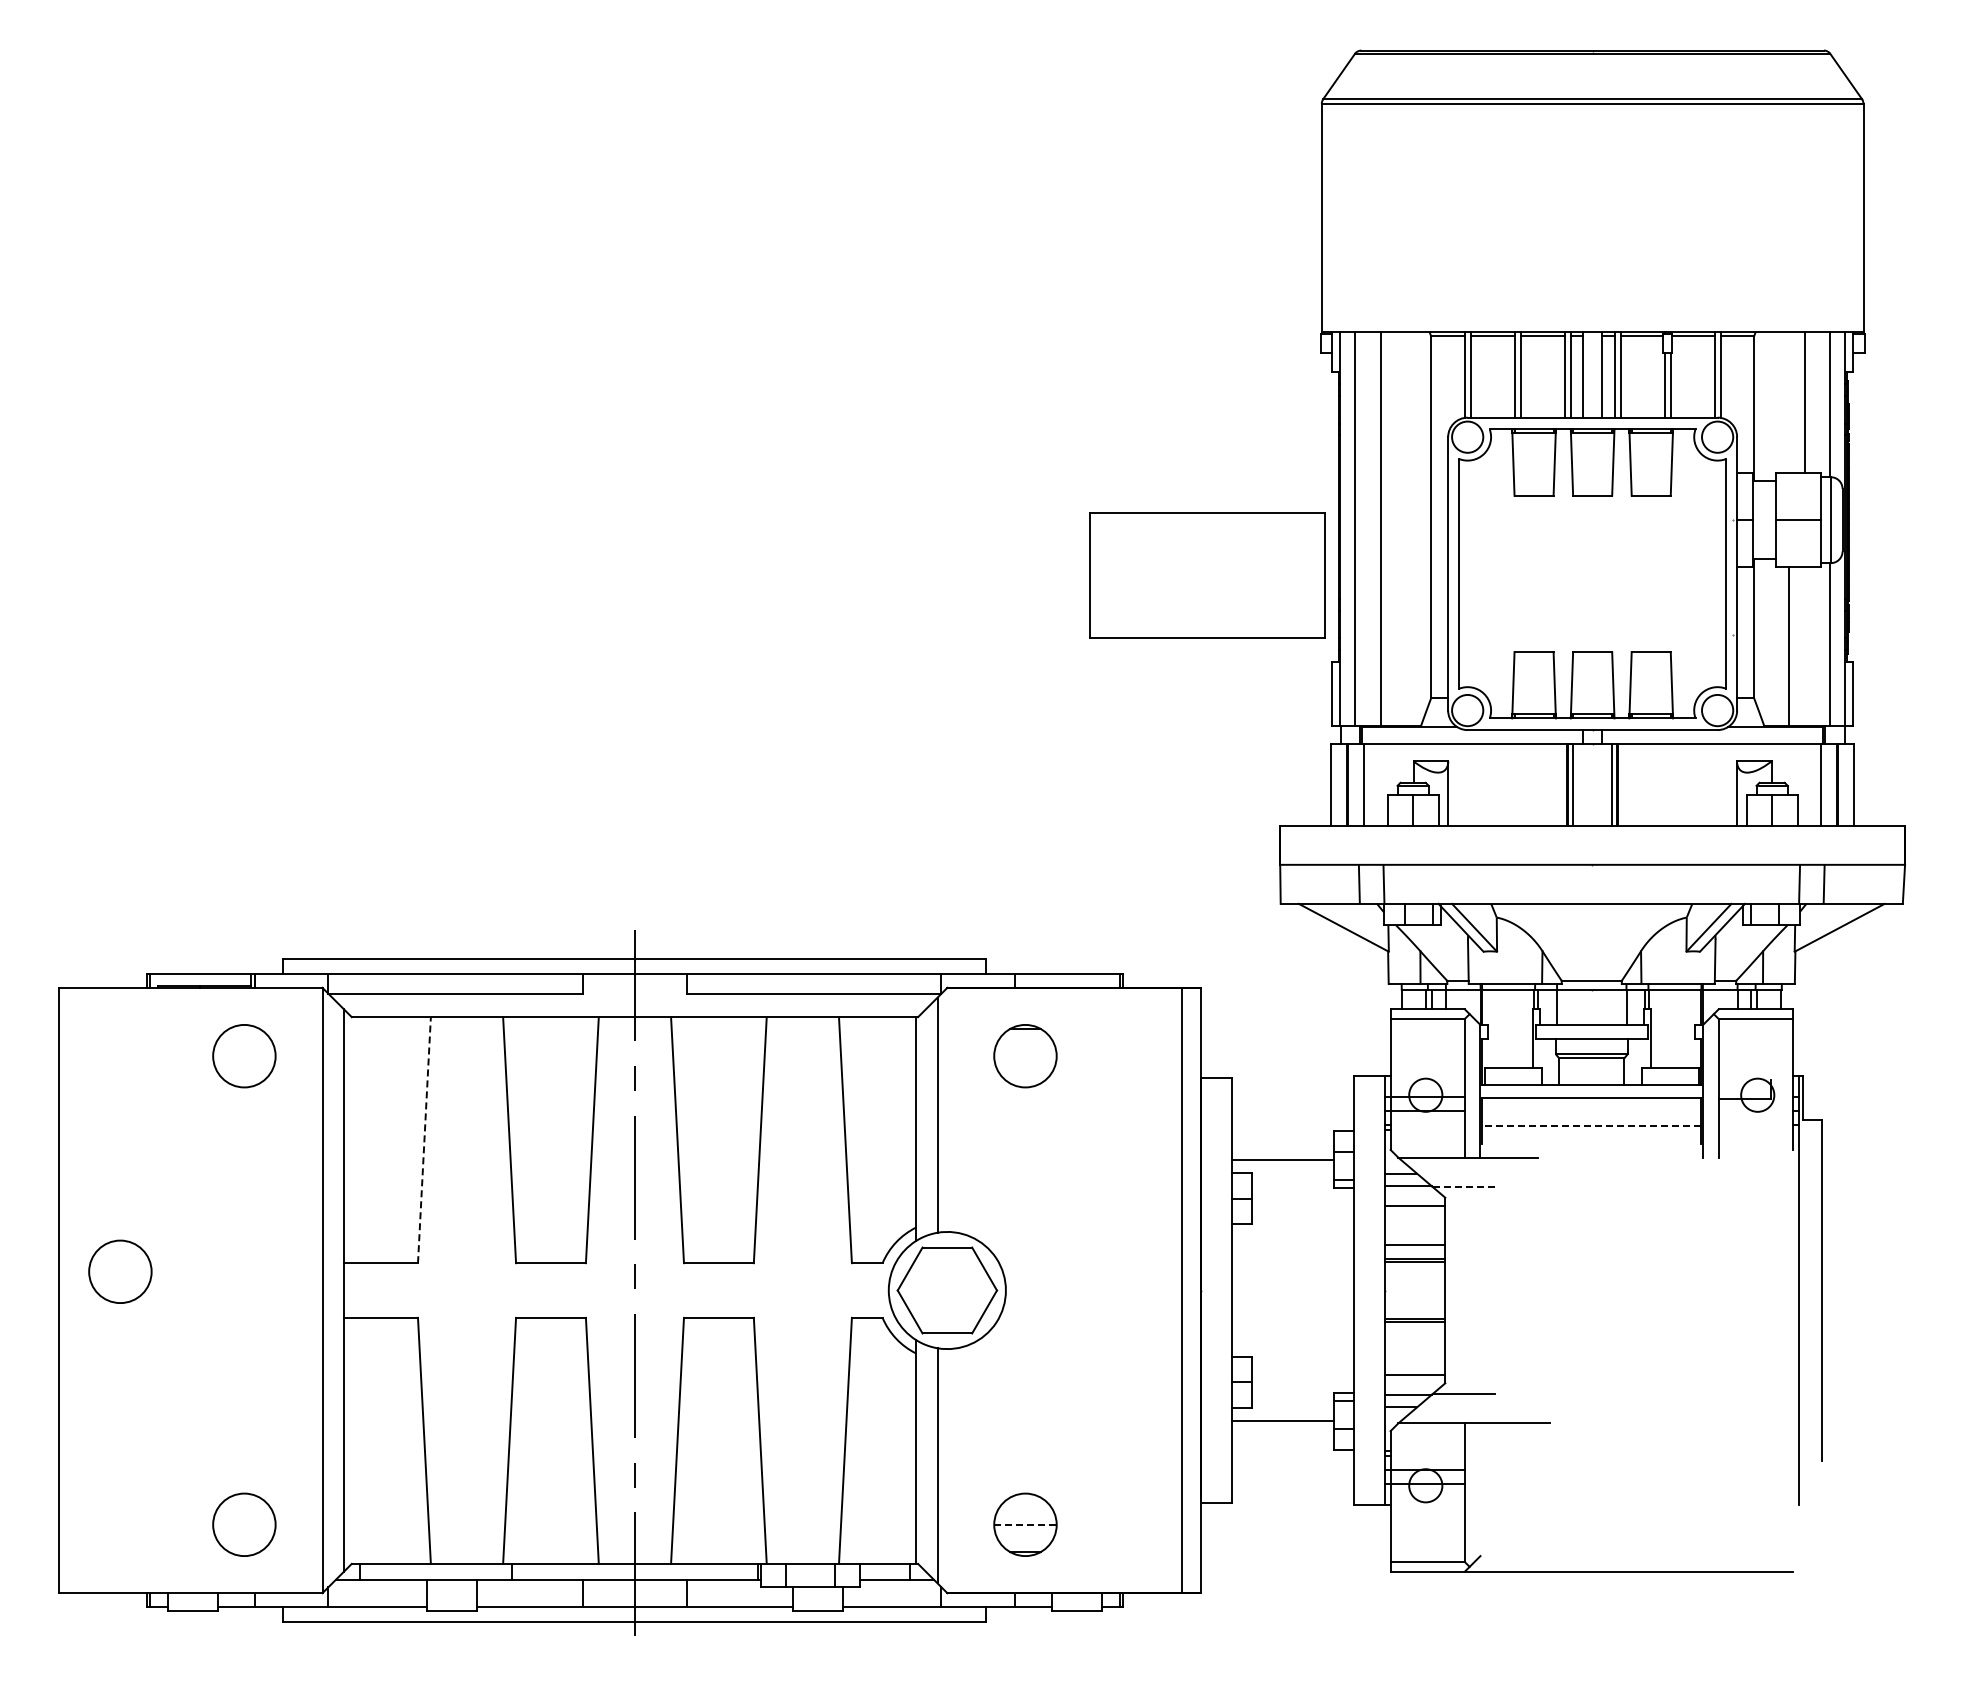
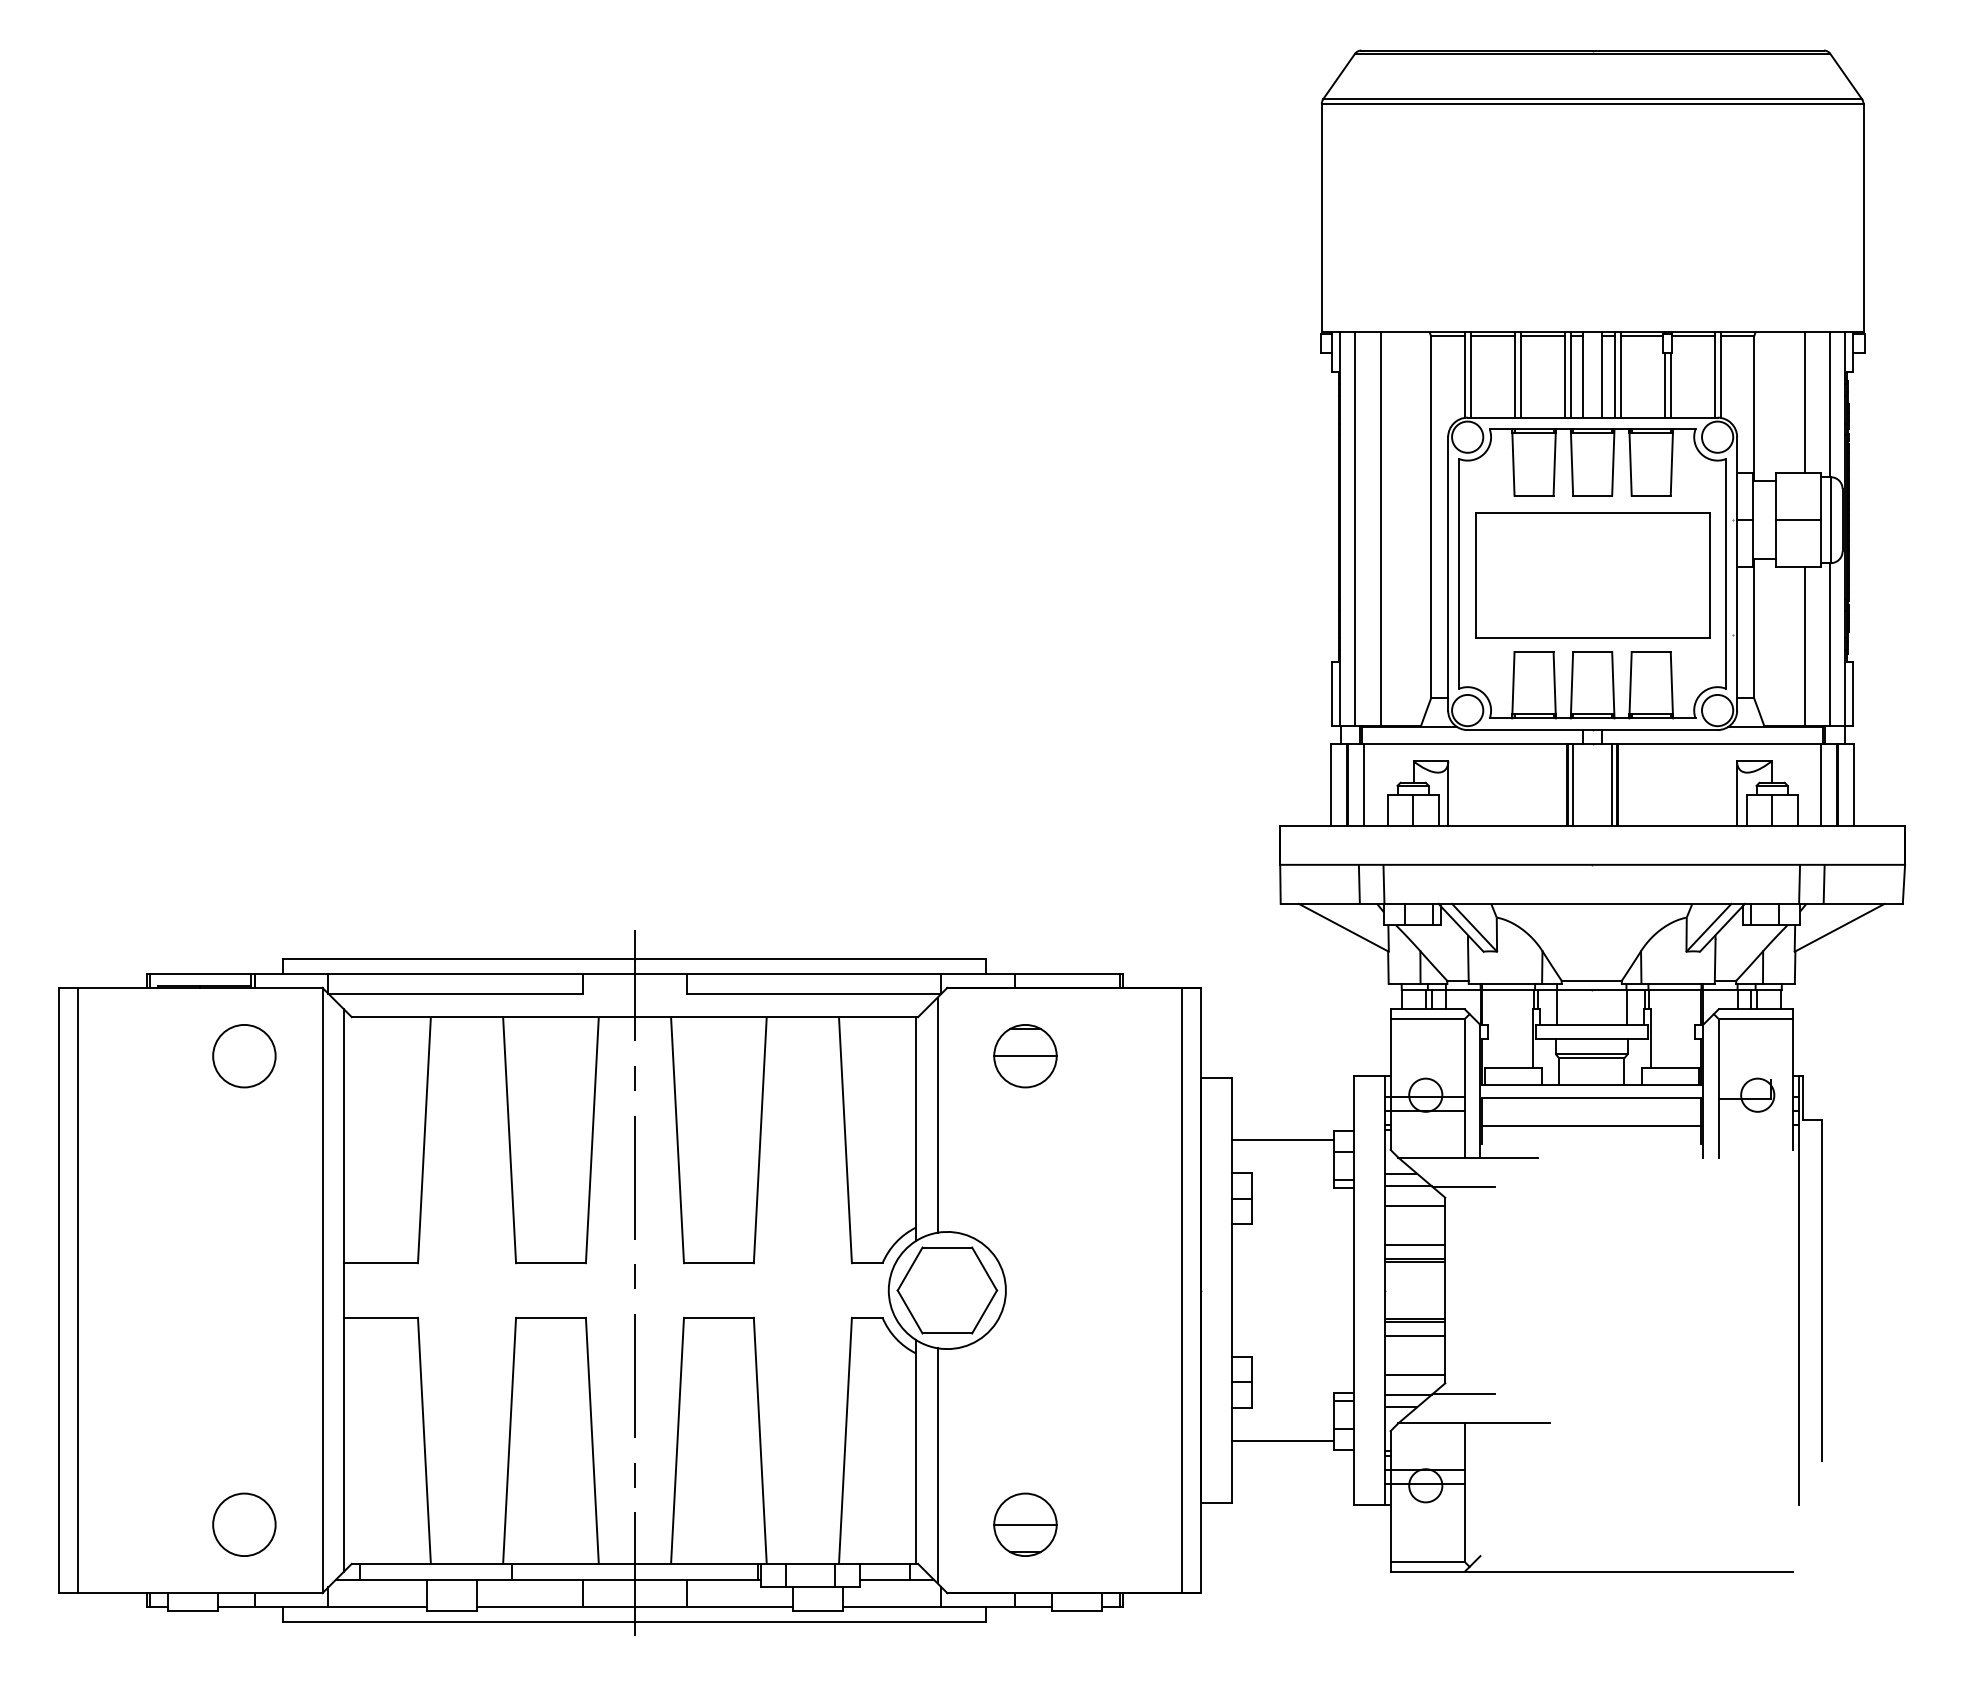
part at (1207, 575) position: (1207, 575) -> (1592, 575)
line at (1788, 646) position: (1788, 646) -> (1804, 646)
line at (1025, 1056): none -> present
line at (1591, 1126): dashed -> solid
line at (424, 1139): dashed -> solid
line at (1283, 1160) position: (1283, 1160) -> (1283, 1140)
line at (1463, 1187): dashed -> solid
circle at (120, 1271): present -> none
line at (78, 1290): none -> present
line at (1414, 1336): none -> present
line at (1283, 1420) position: (1283, 1420) -> (1283, 1440)
line at (1025, 1524): dashed -> solid
